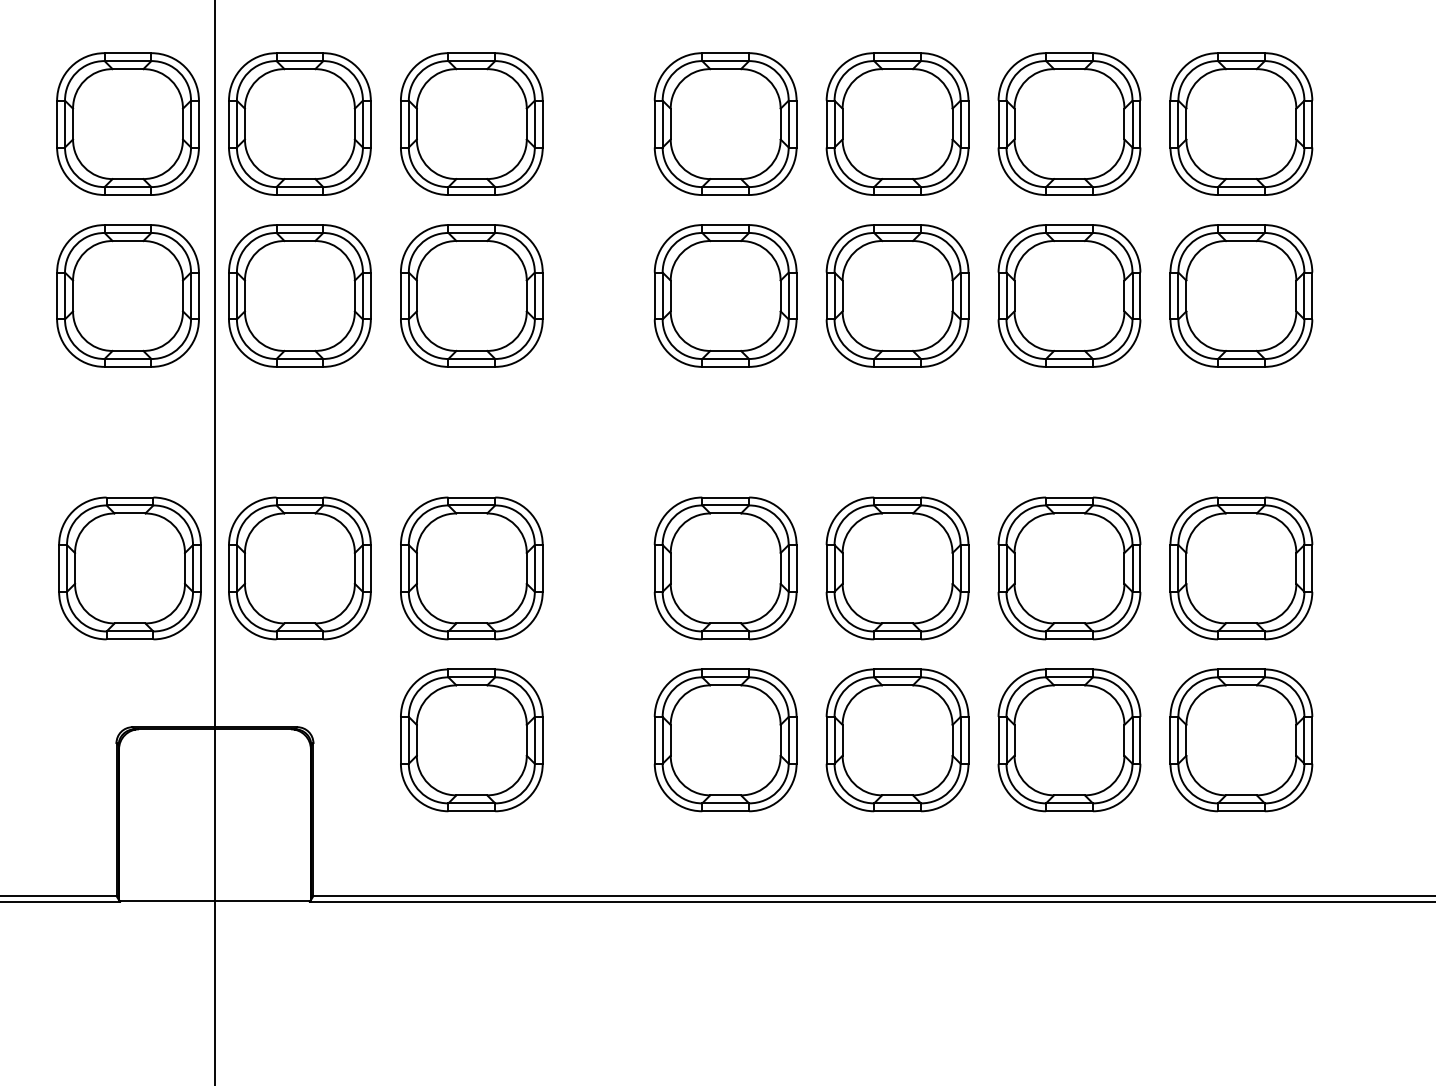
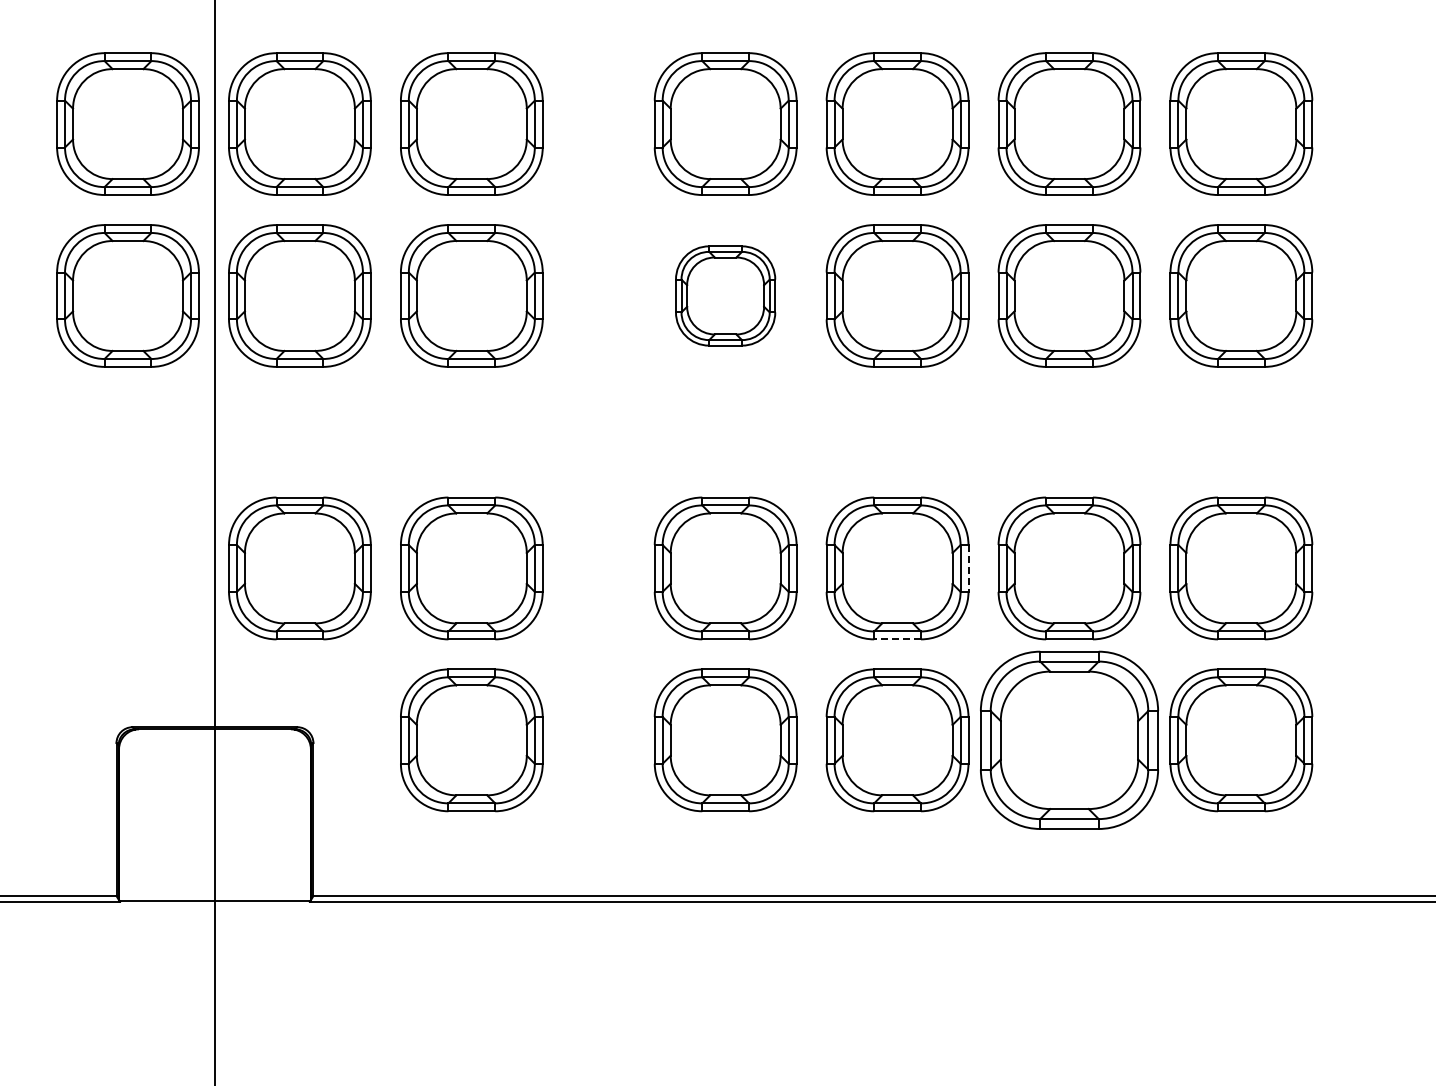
part at (725, 295) size: 145x144 px -> 102x102 px
part at (129, 568): present -> none
line at (968, 568): solid -> dashed
line at (897, 639): solid -> dashed
part at (1069, 740) size: 145x145 px -> 179x180 px
